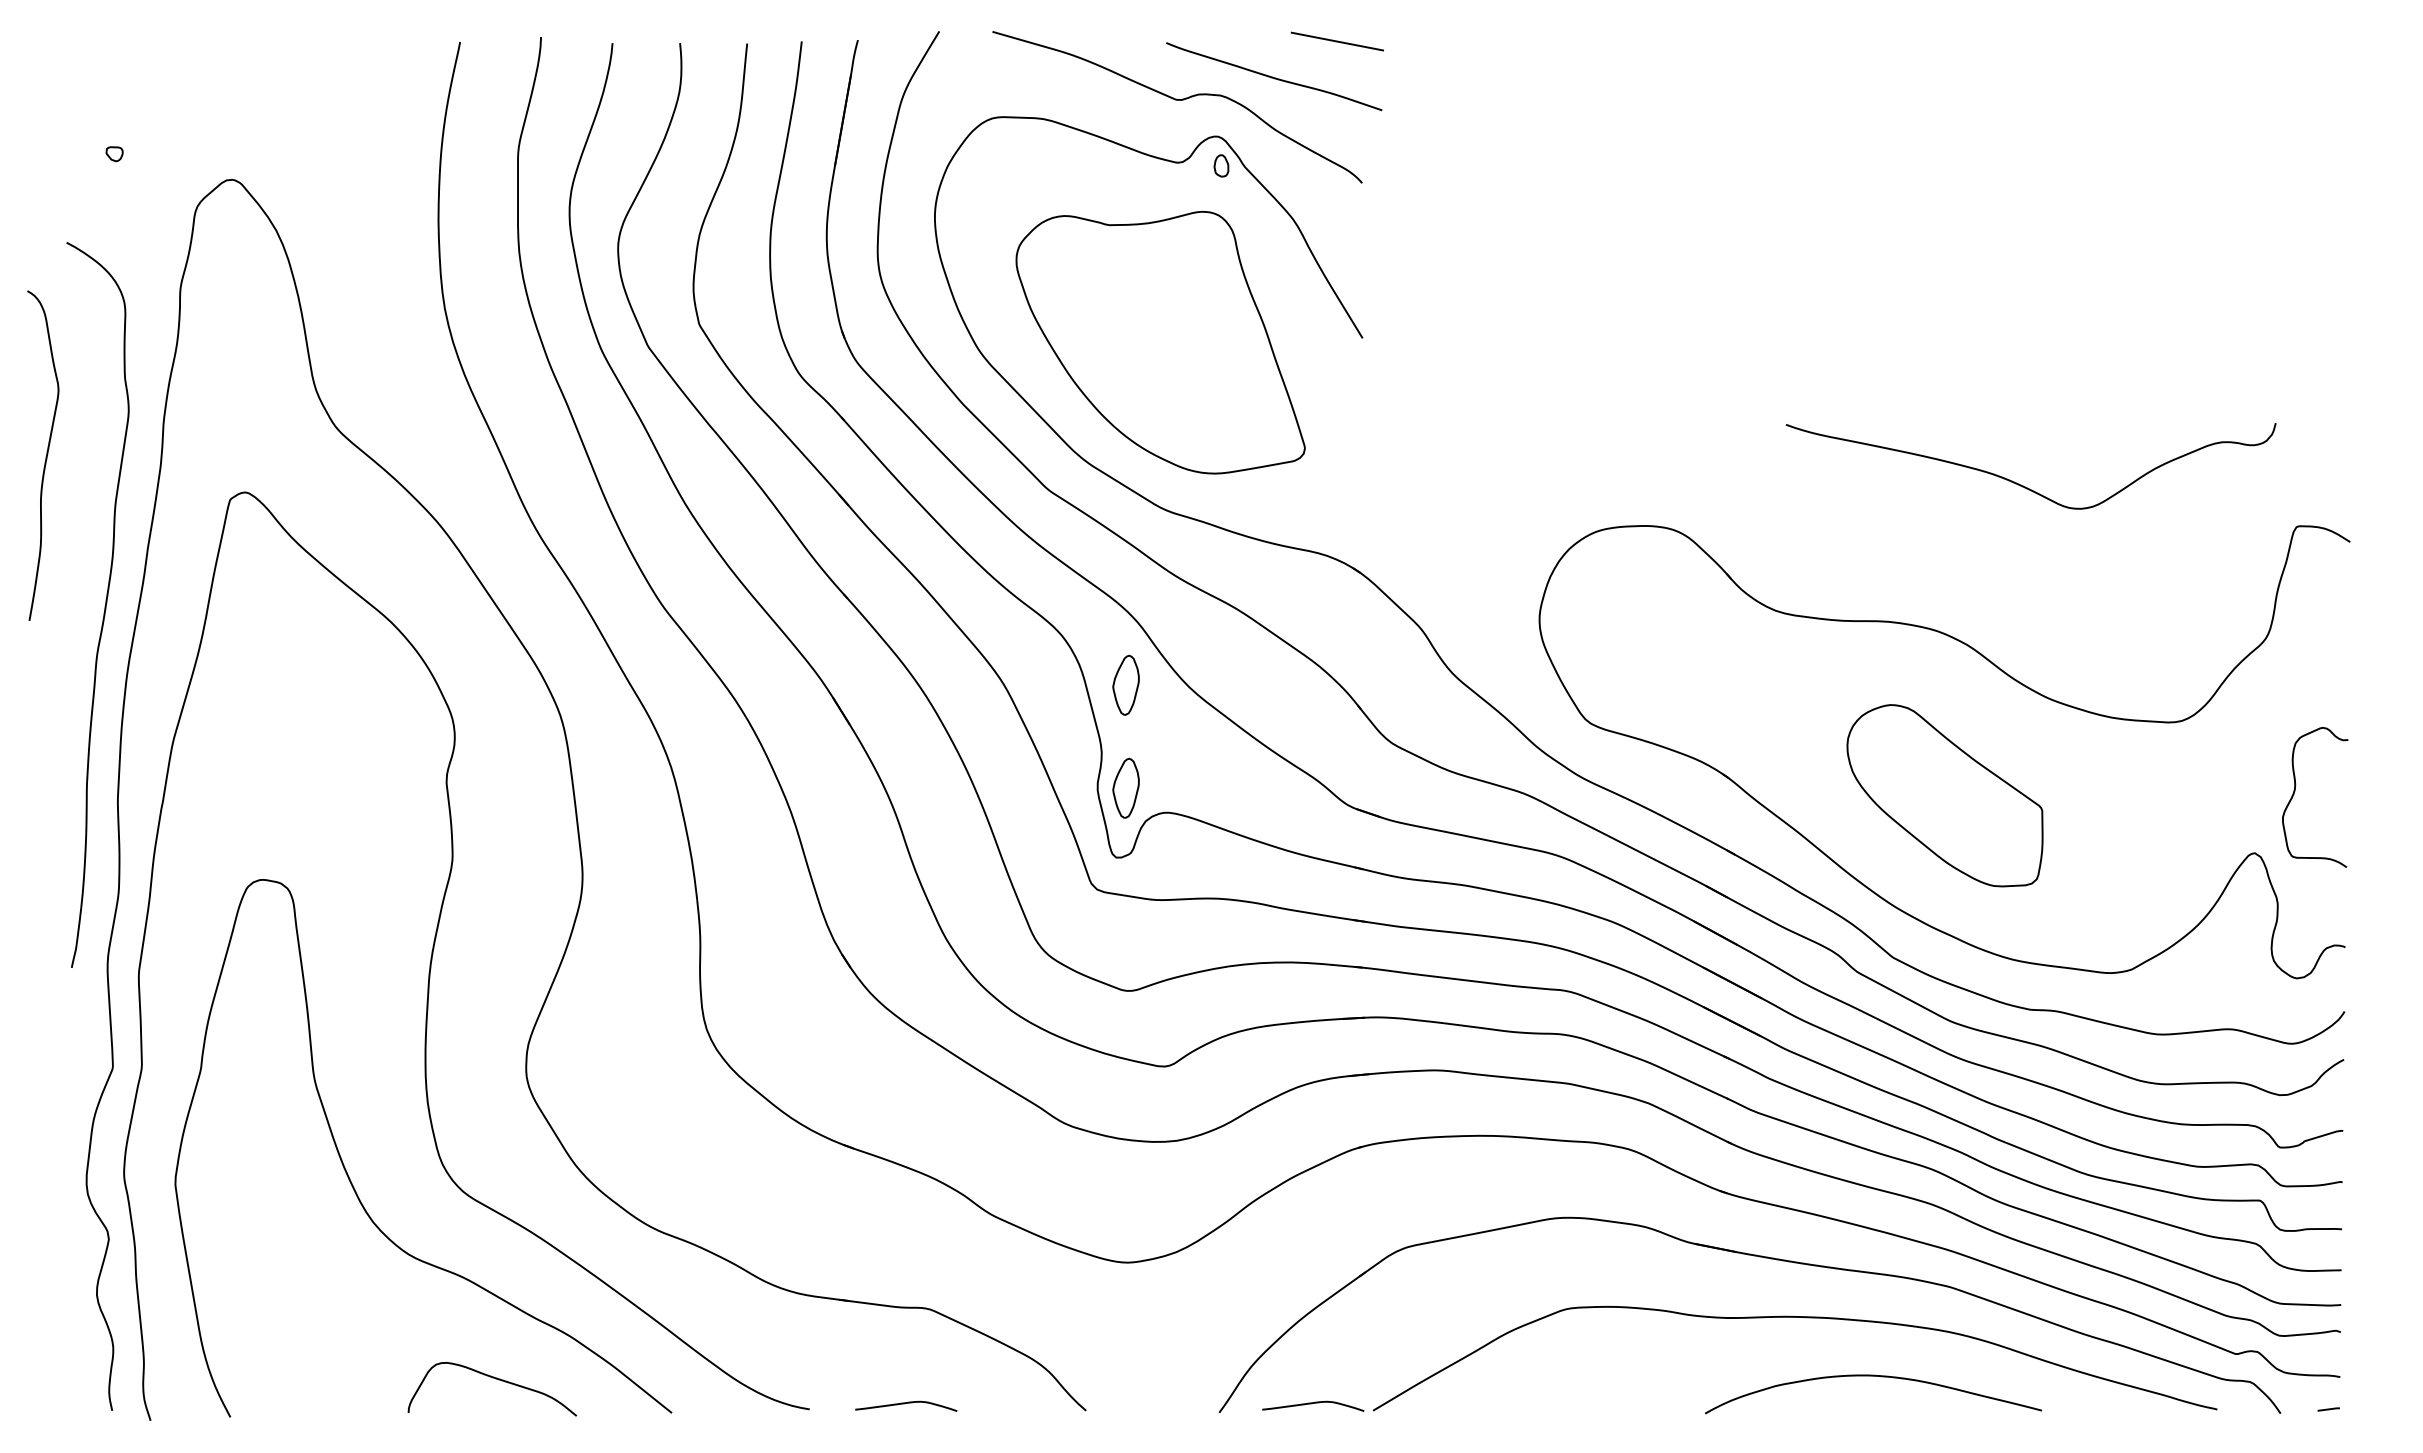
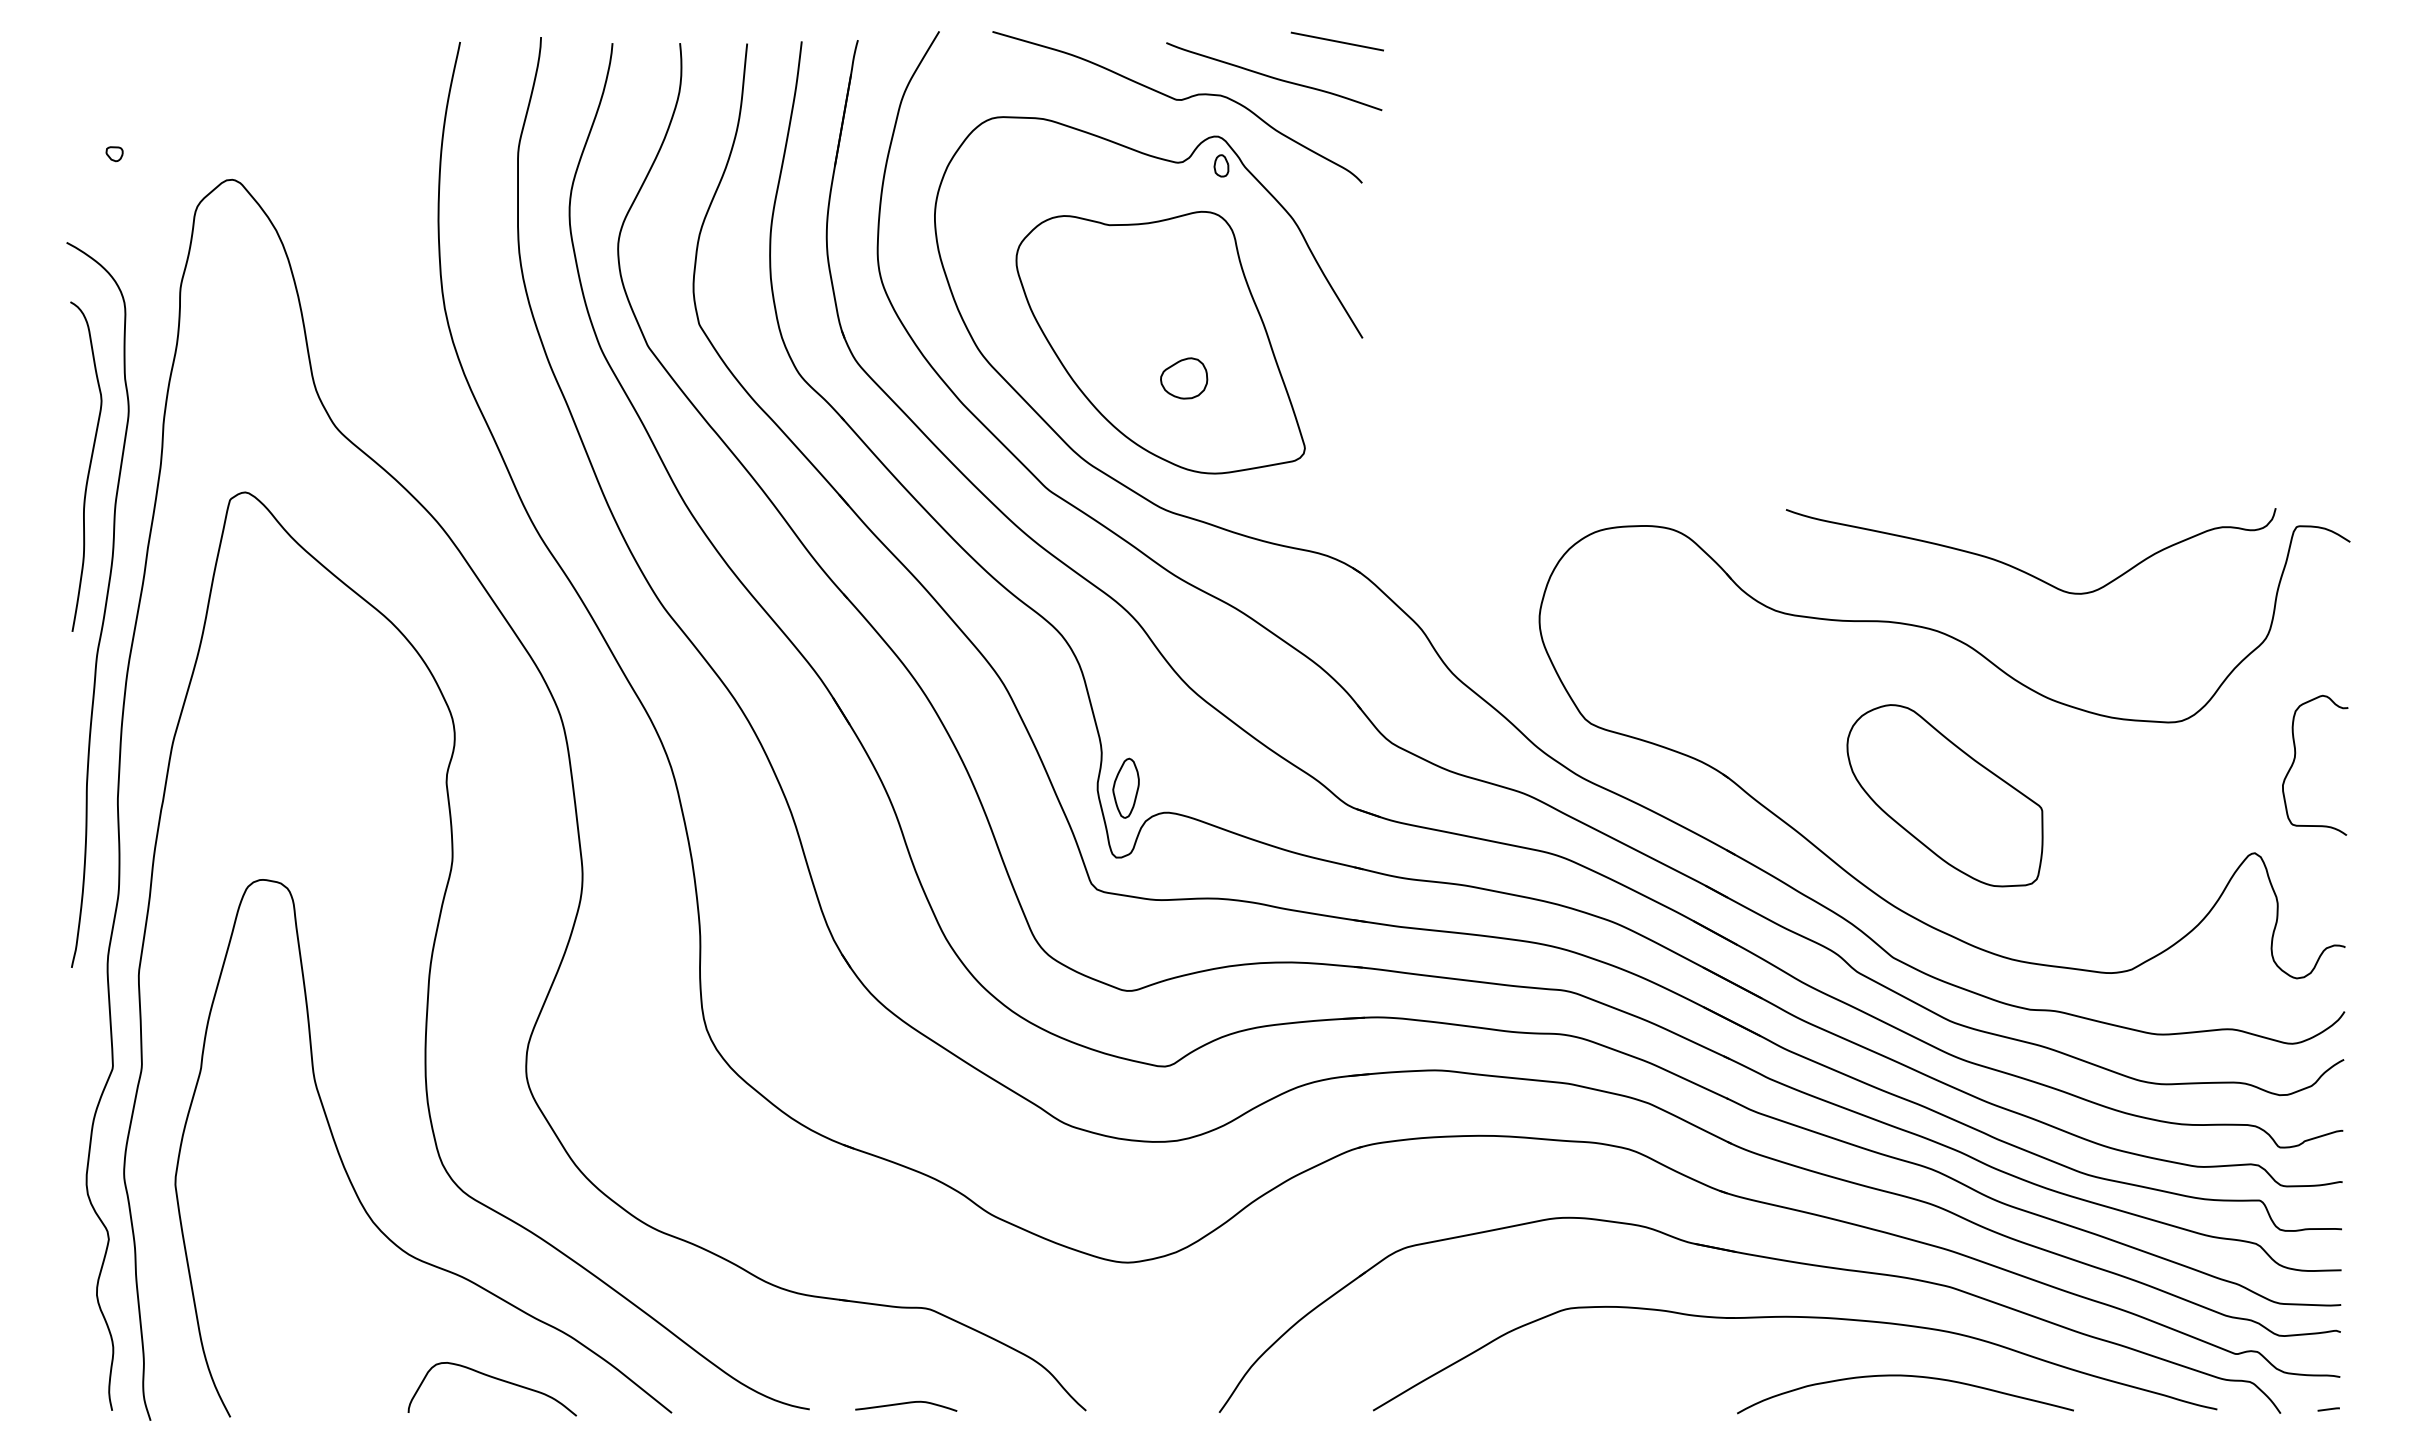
part at (1184, 378): none -> present
curve at (45, 456) position: (45, 456) -> (88, 467)
curve at (2021, 484) position: (2021, 484) -> (2021, 569)
part at (1125, 684): present -> none
curve at (2295, 791) position: (2295, 791) -> (2295, 759)
curve at (1873, 1376) position: (1873, 1376) -> (1905, 1376)
curve at (1312, 1404): present -> none
